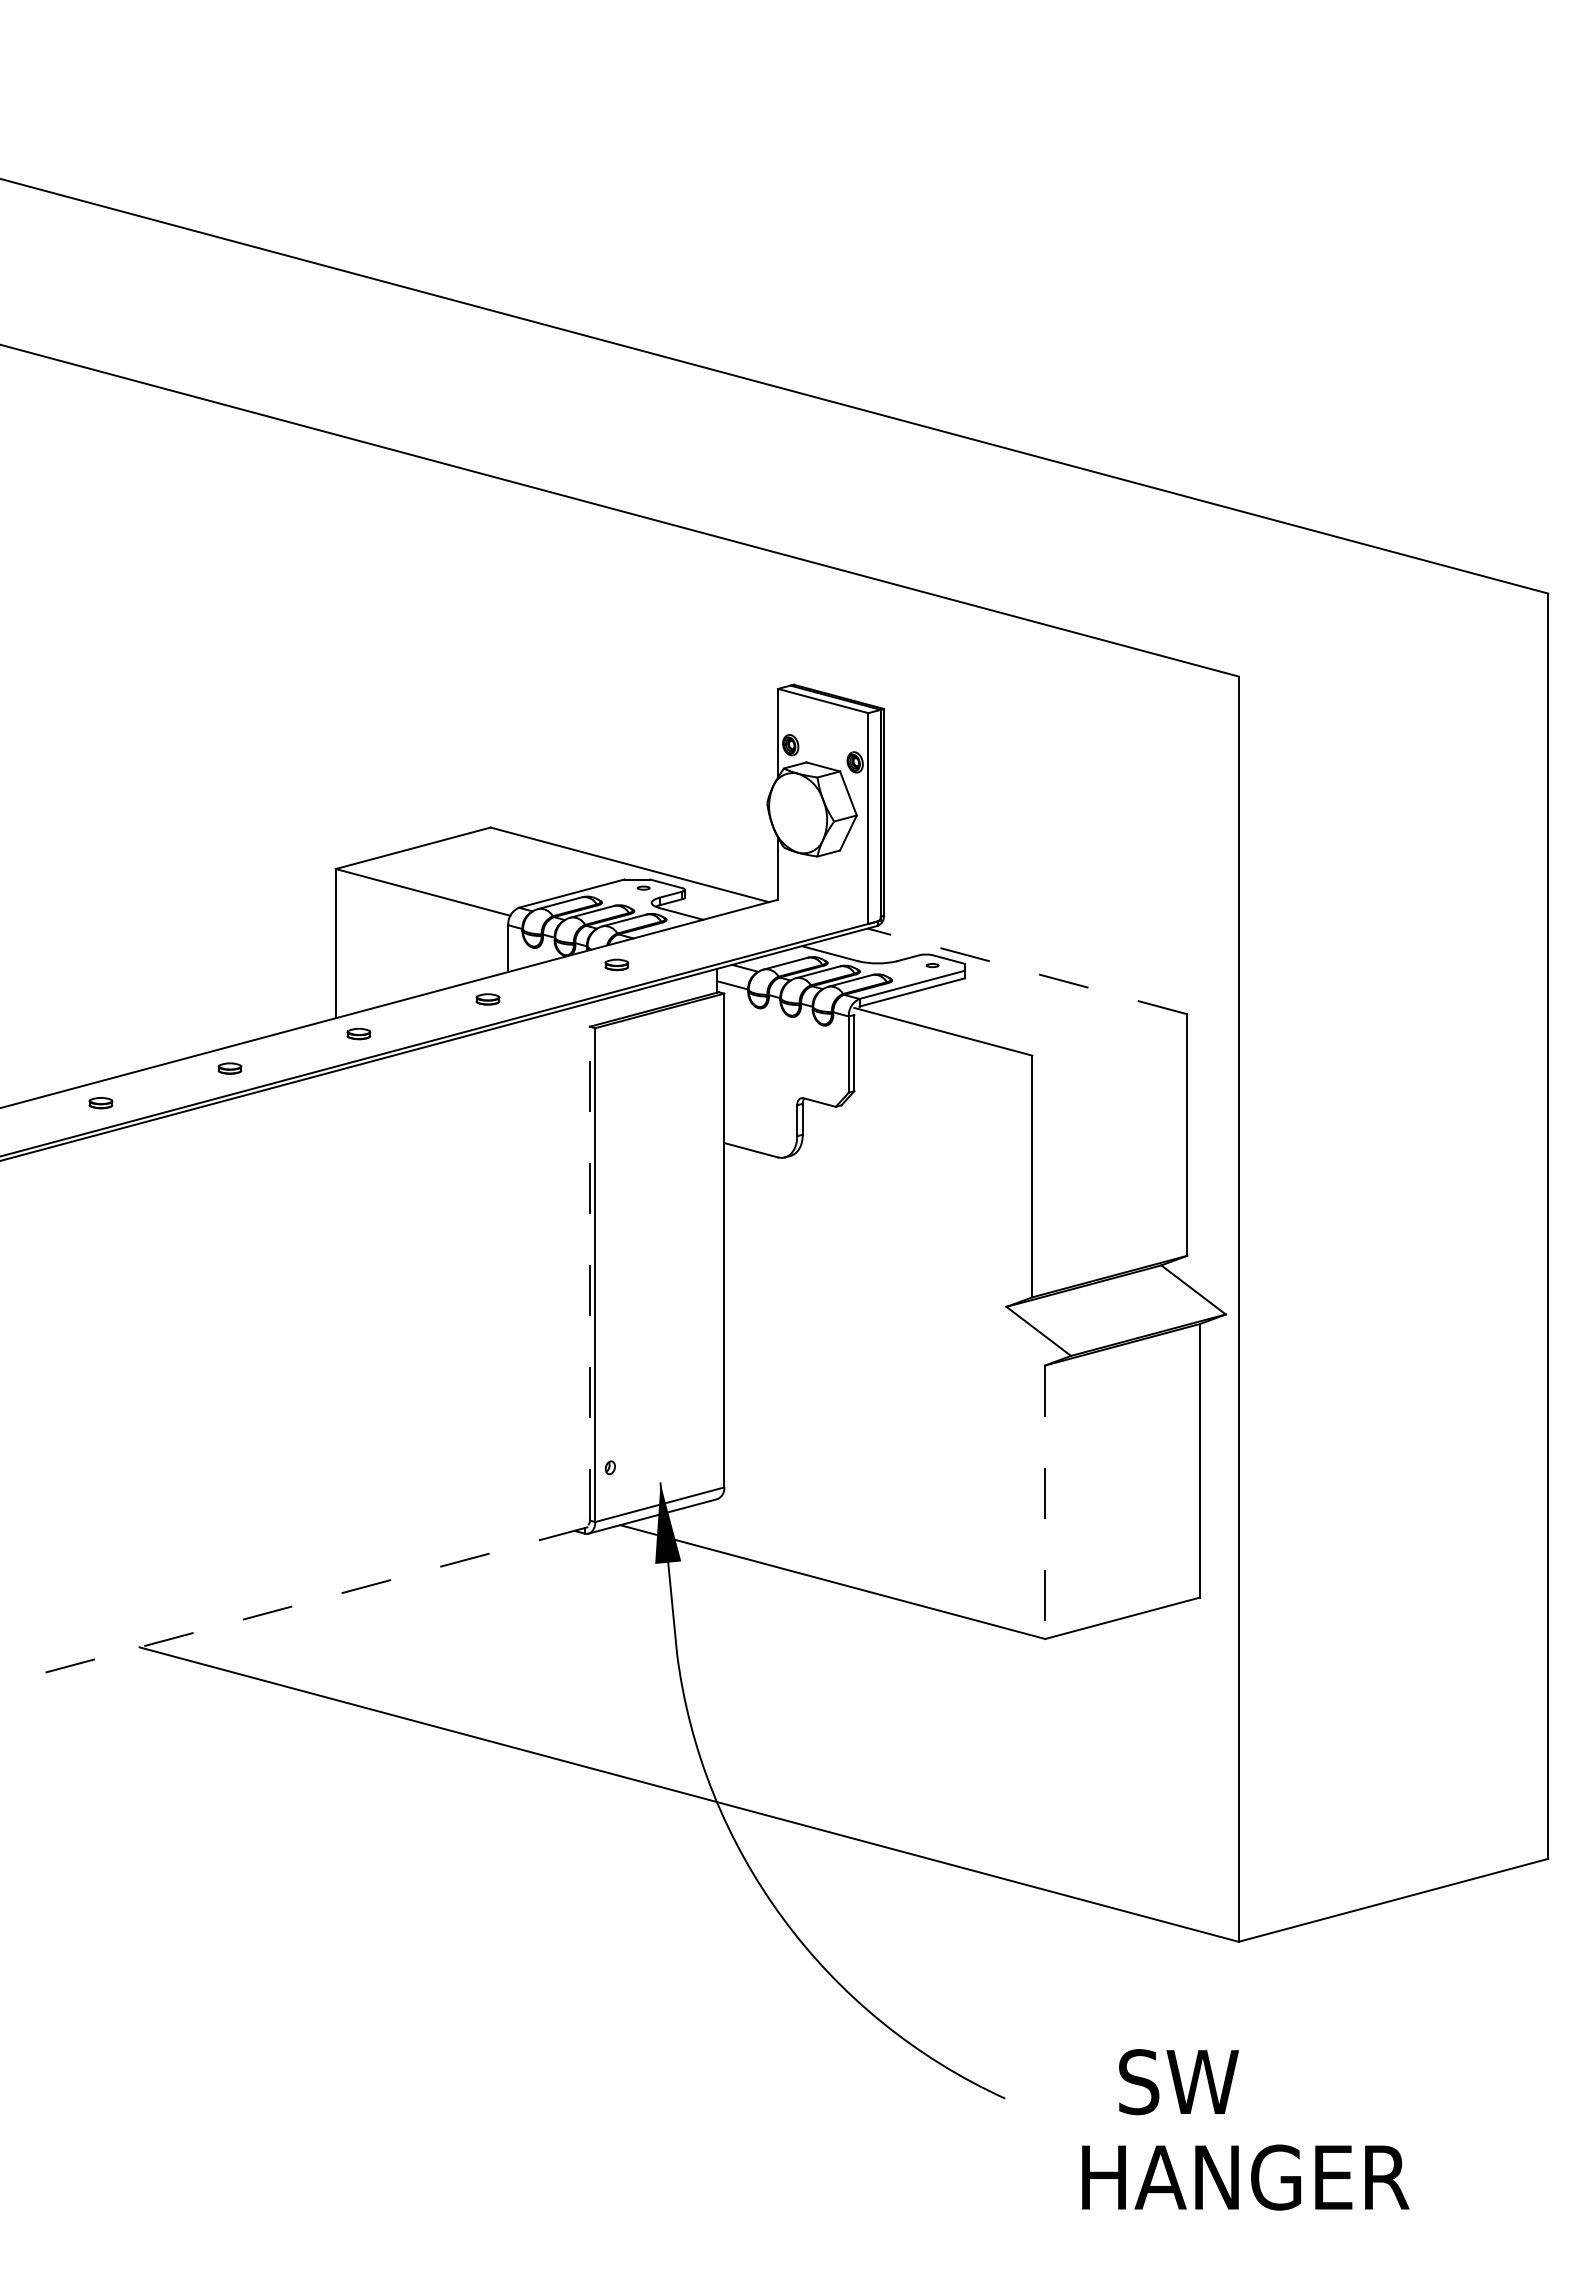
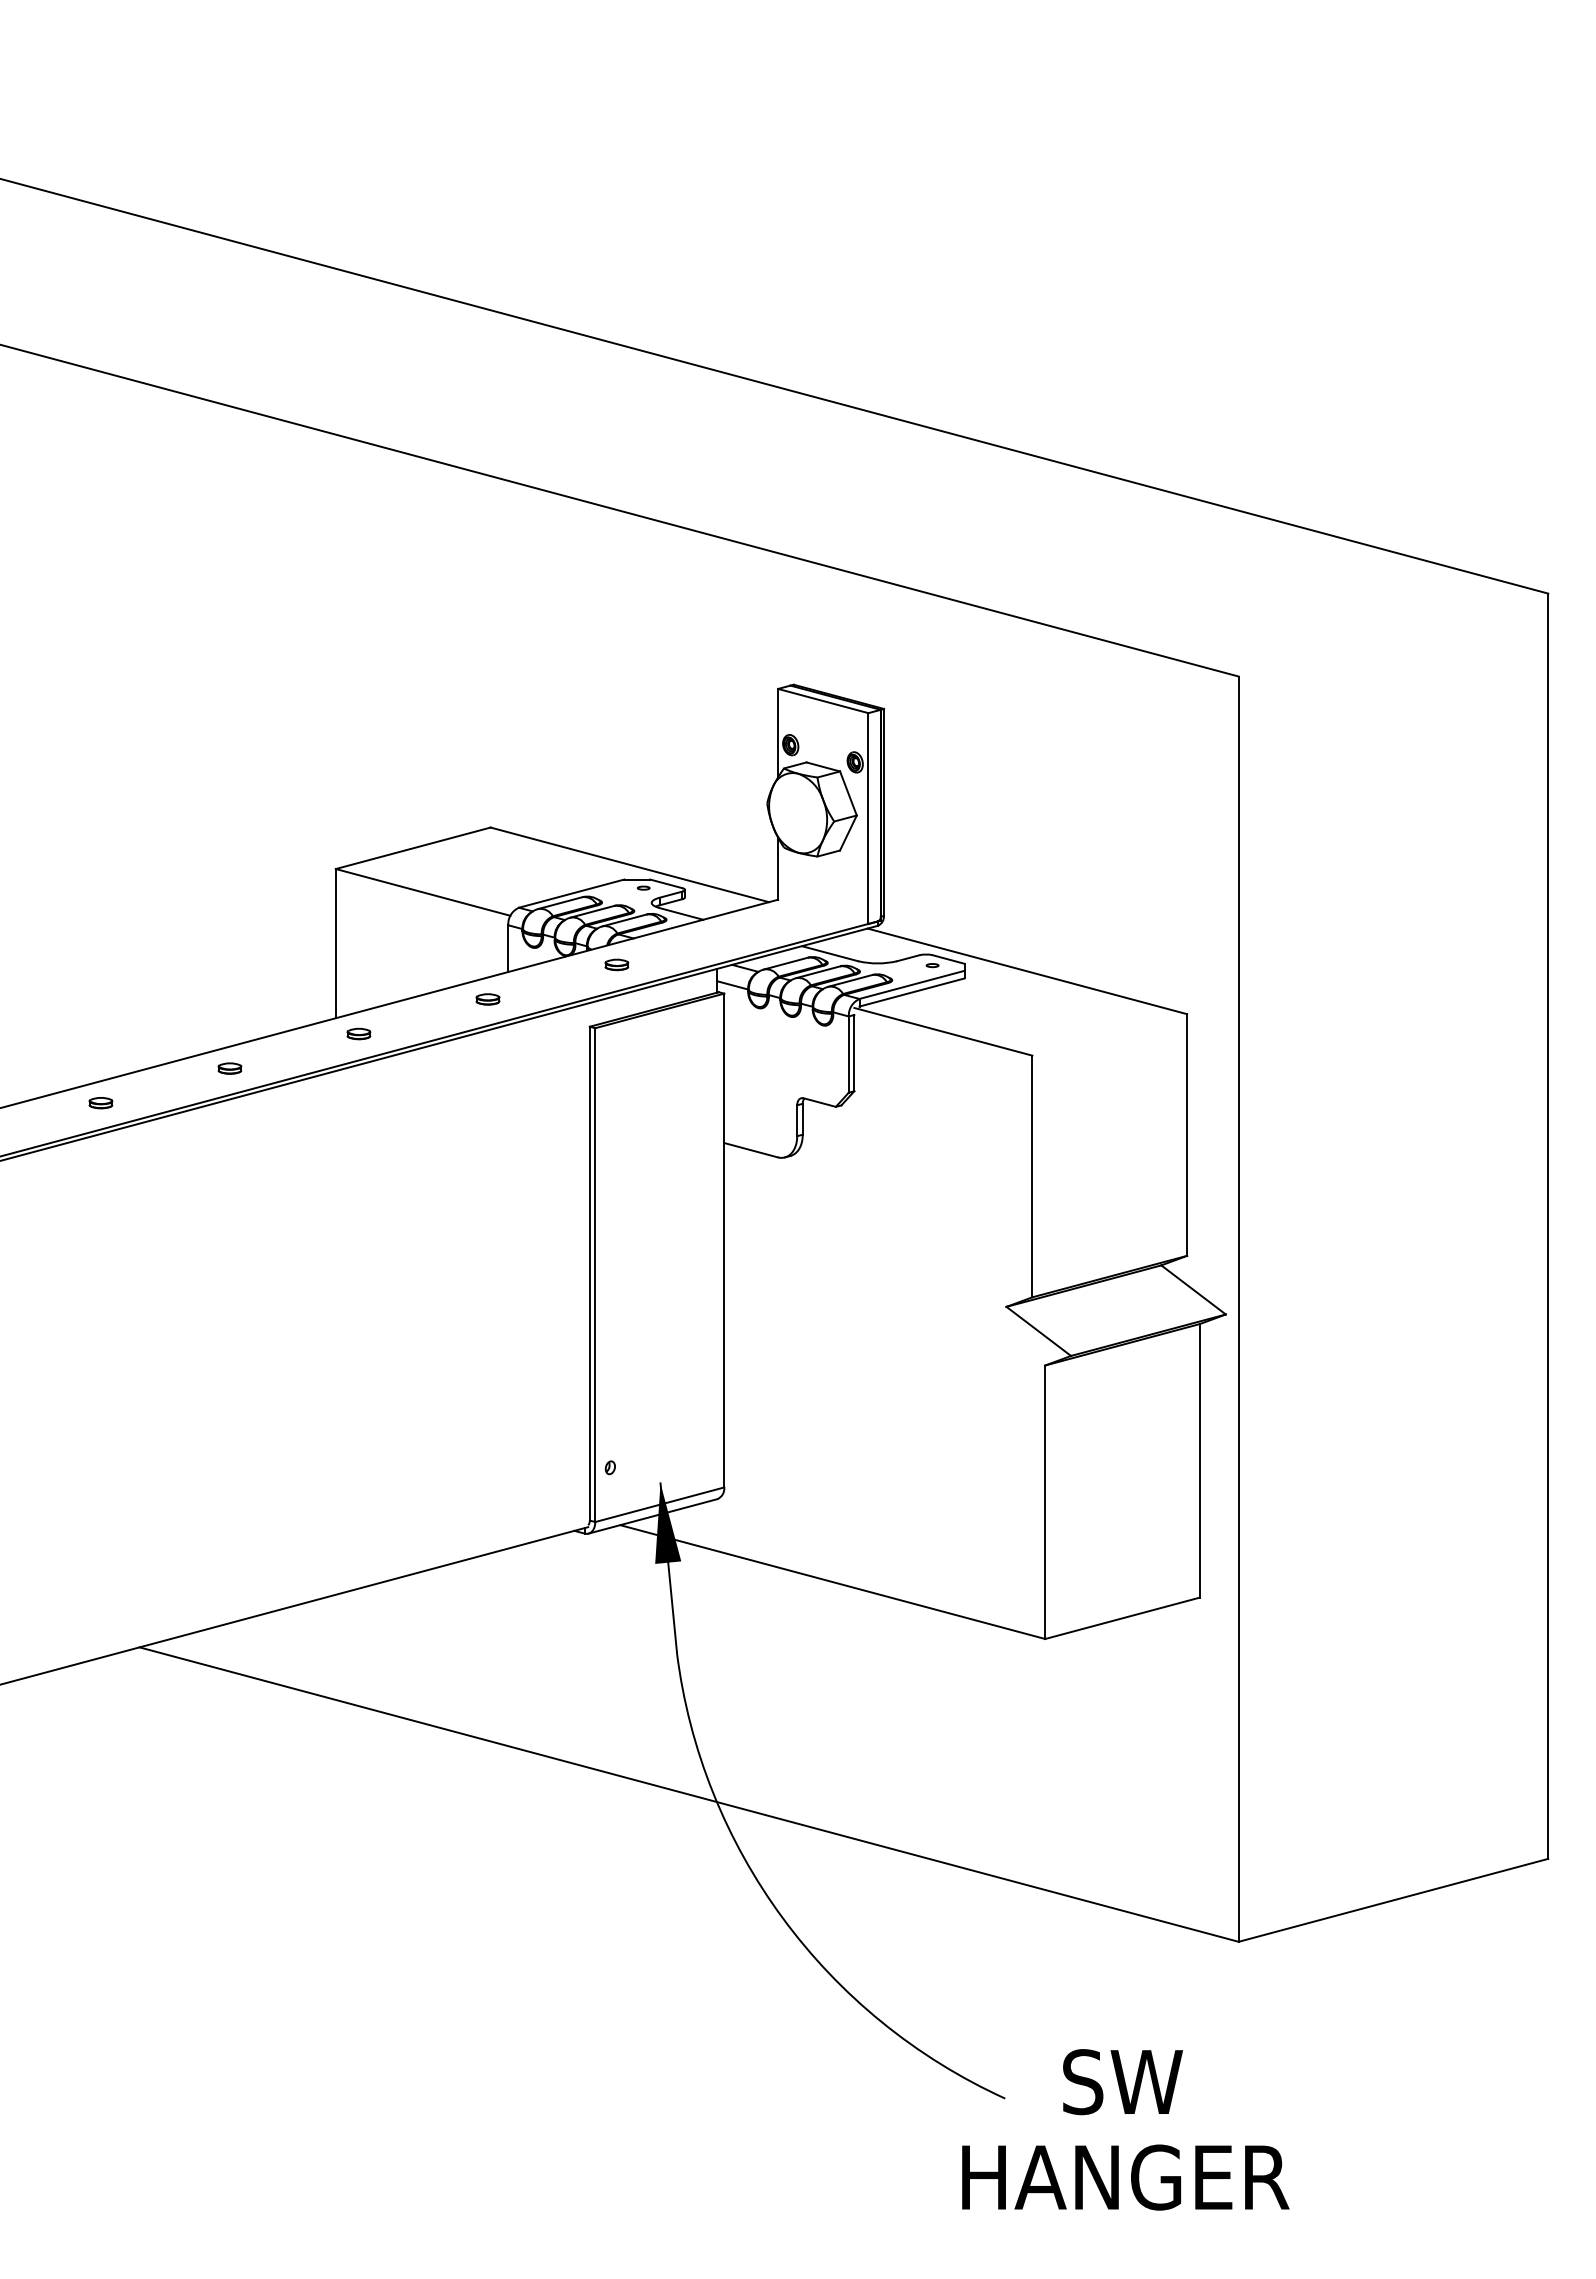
line at (1026, 971): dashed -> solid
line at (589, 1273): dashed -> solid
line at (1045, 1502): dashed -> solid
line at (293, 1606): dashed -> solid
text at (1178, 2082) position: (1178, 2082) -> (1122, 2082)
text at (1245, 2177) position: (1245, 2177) -> (1125, 2177)
